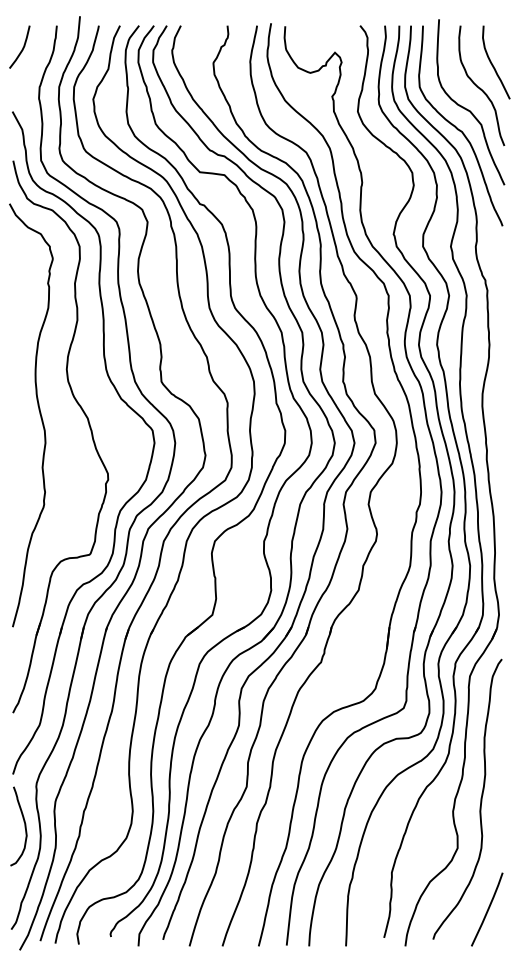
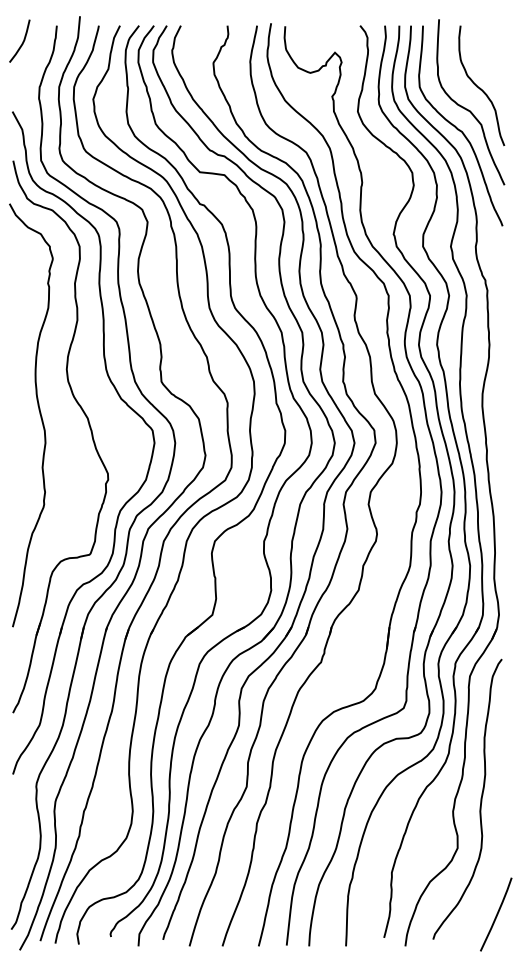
curve at (22, 47) position: (22, 47) -> (22, 41)
curve at (493, 64): present -> none
curve at (24, 826): present -> none
curve at (487, 909) position: (487, 909) -> (496, 914)
